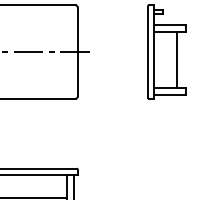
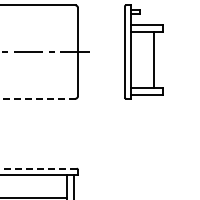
part at (166, 51) position: (166, 51) -> (143, 51)
line at (37, 98): solid -> dashed
line at (37, 168): solid -> dashed
